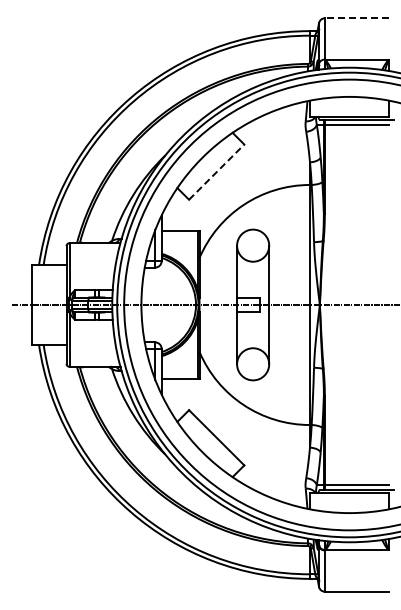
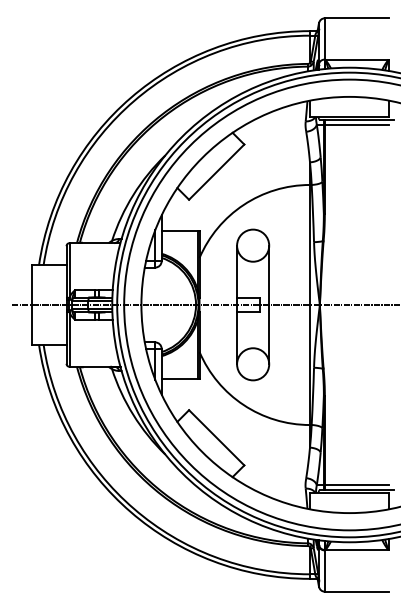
line at (356, 18): dashed -> solid
line at (217, 171): dashed -> solid
